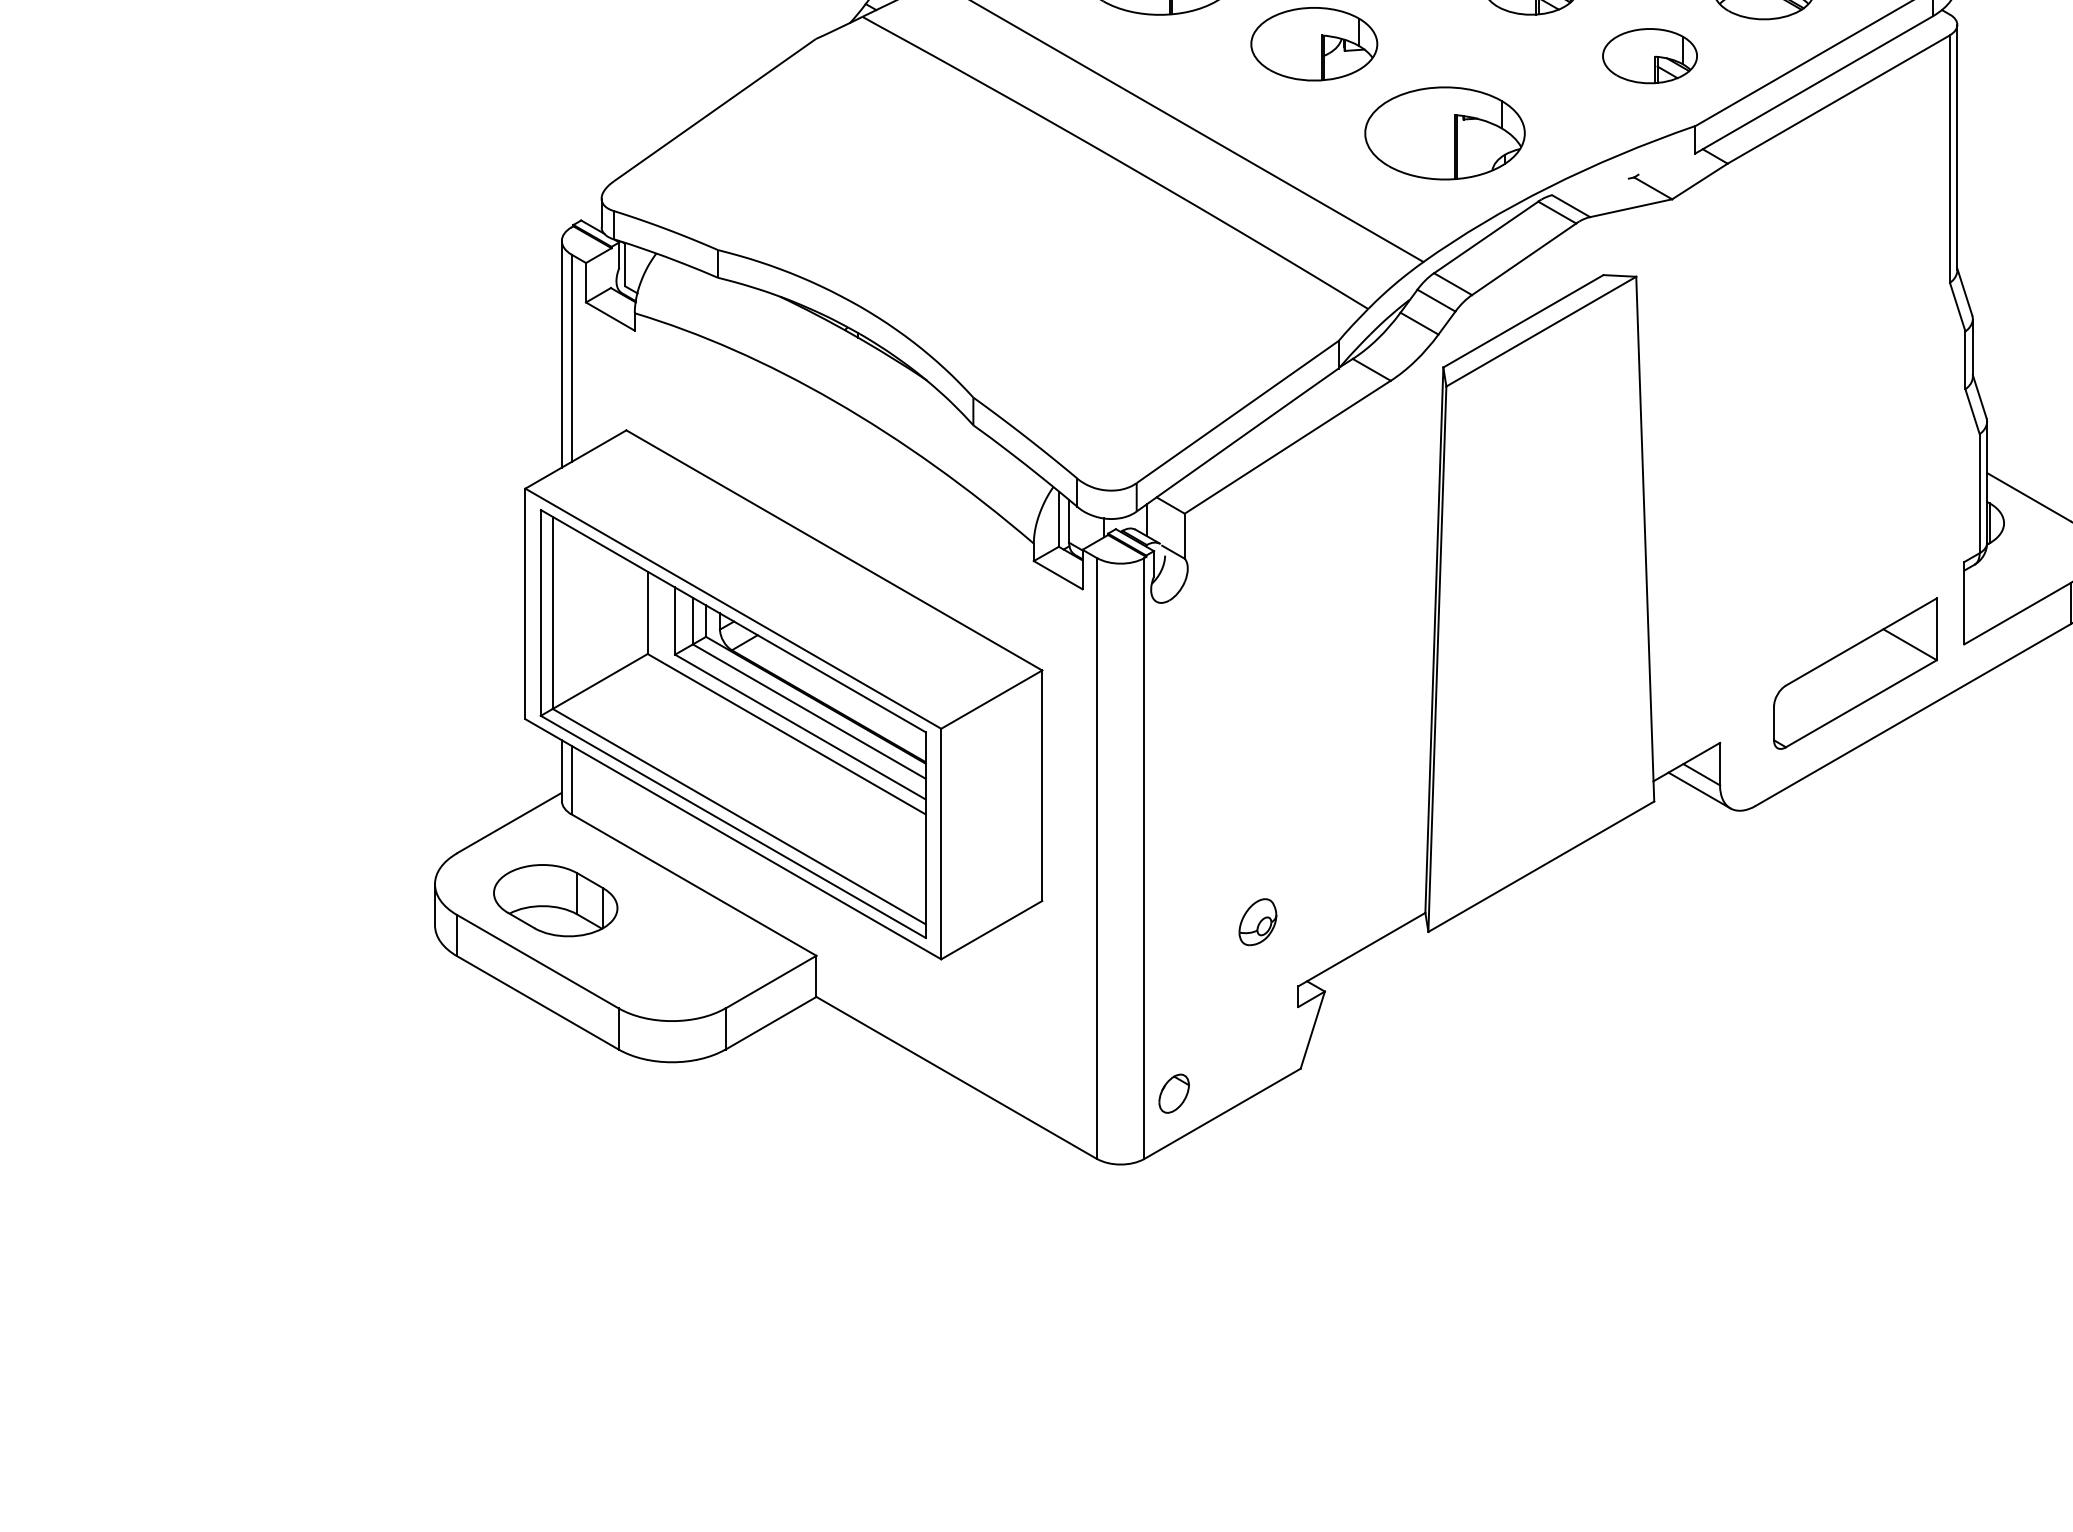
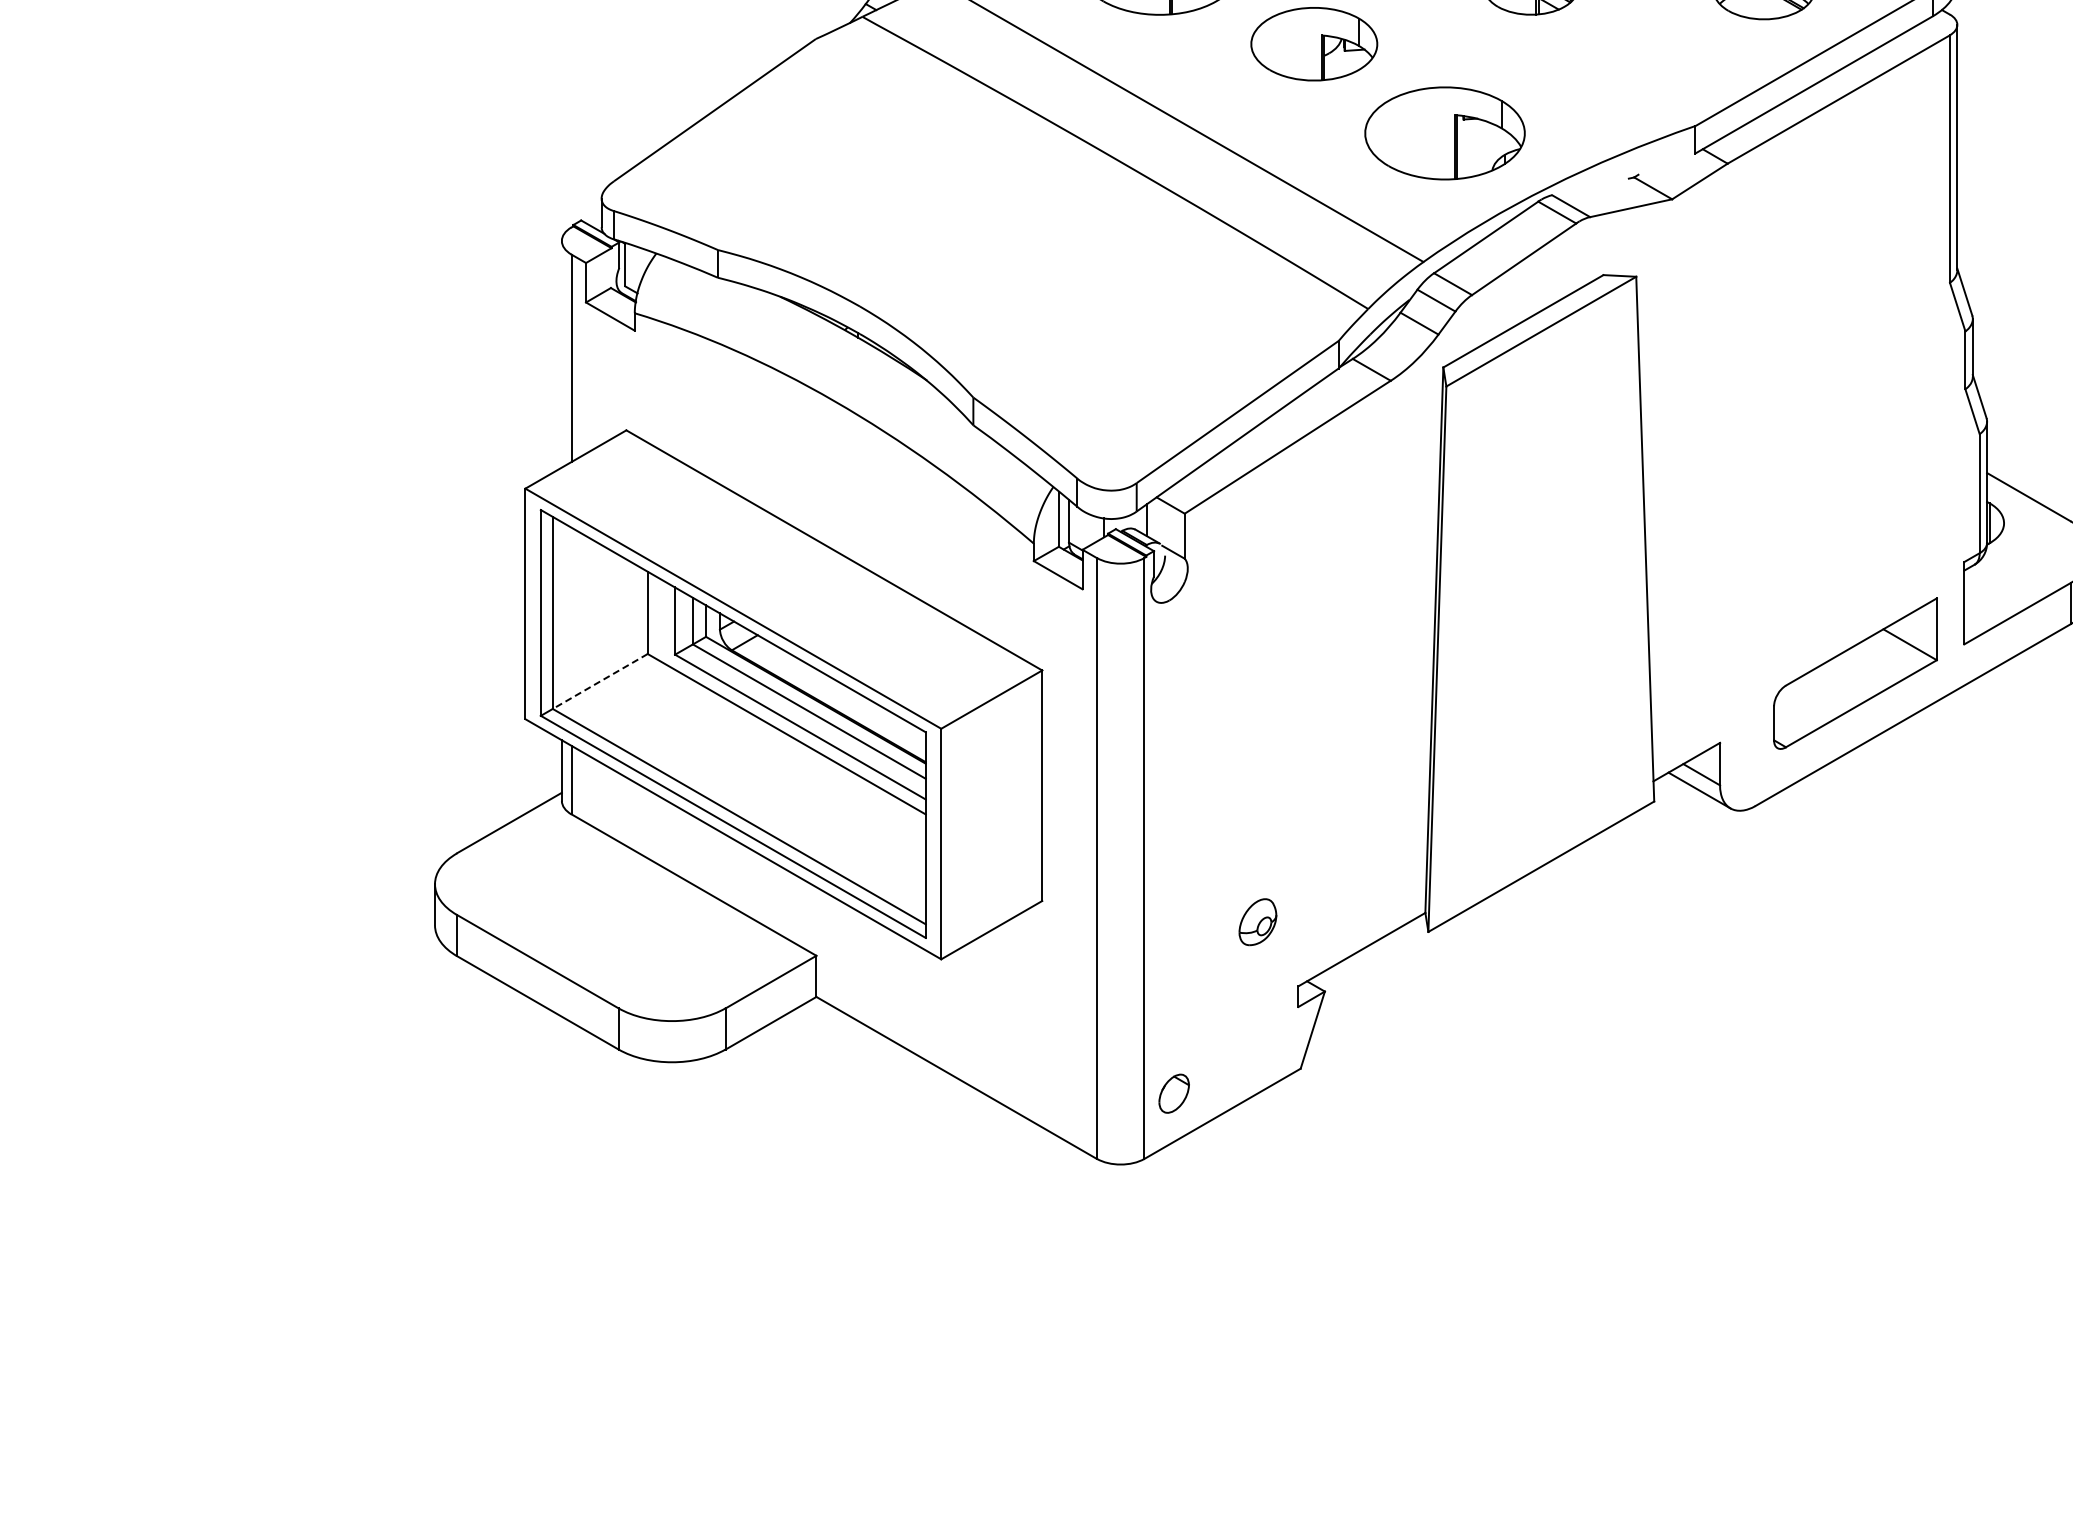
part at (1649, 56): present -> none
line at (561, 353): present -> none
line at (600, 681): solid -> dashed
part at (555, 900): present -> none
